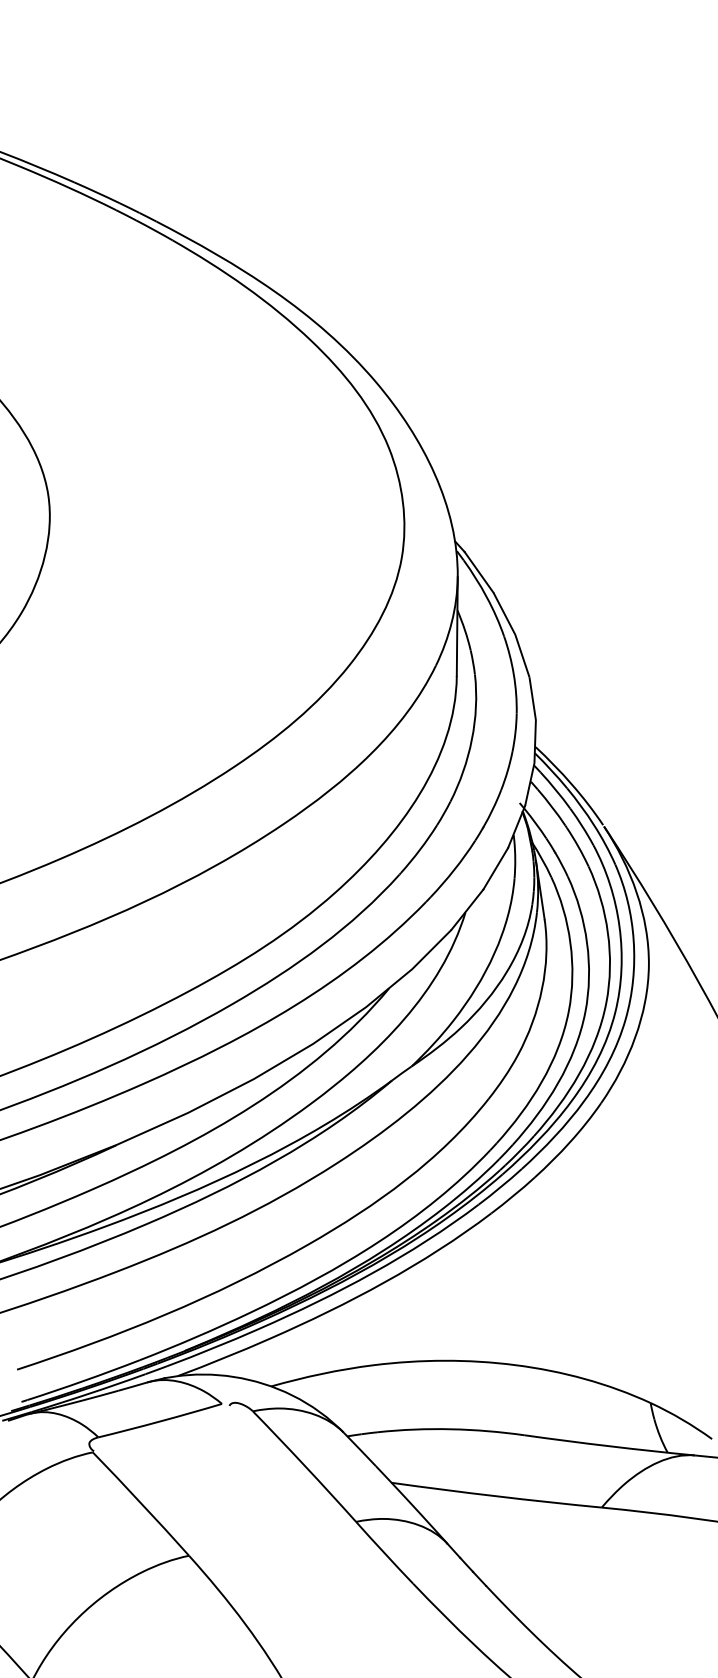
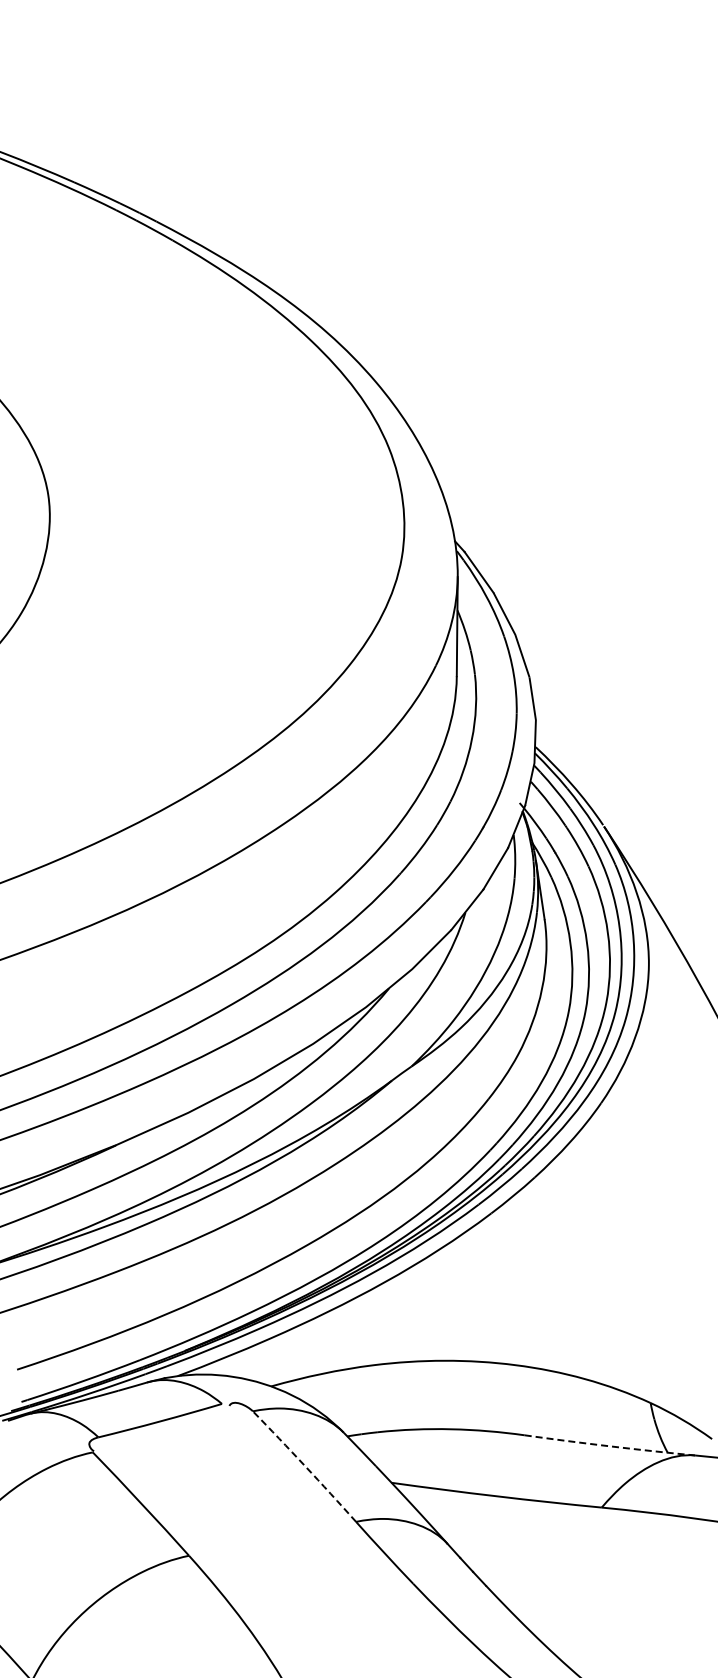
arc at (609, 1446): solid -> dashed
arc at (305, 1466): solid -> dashed
